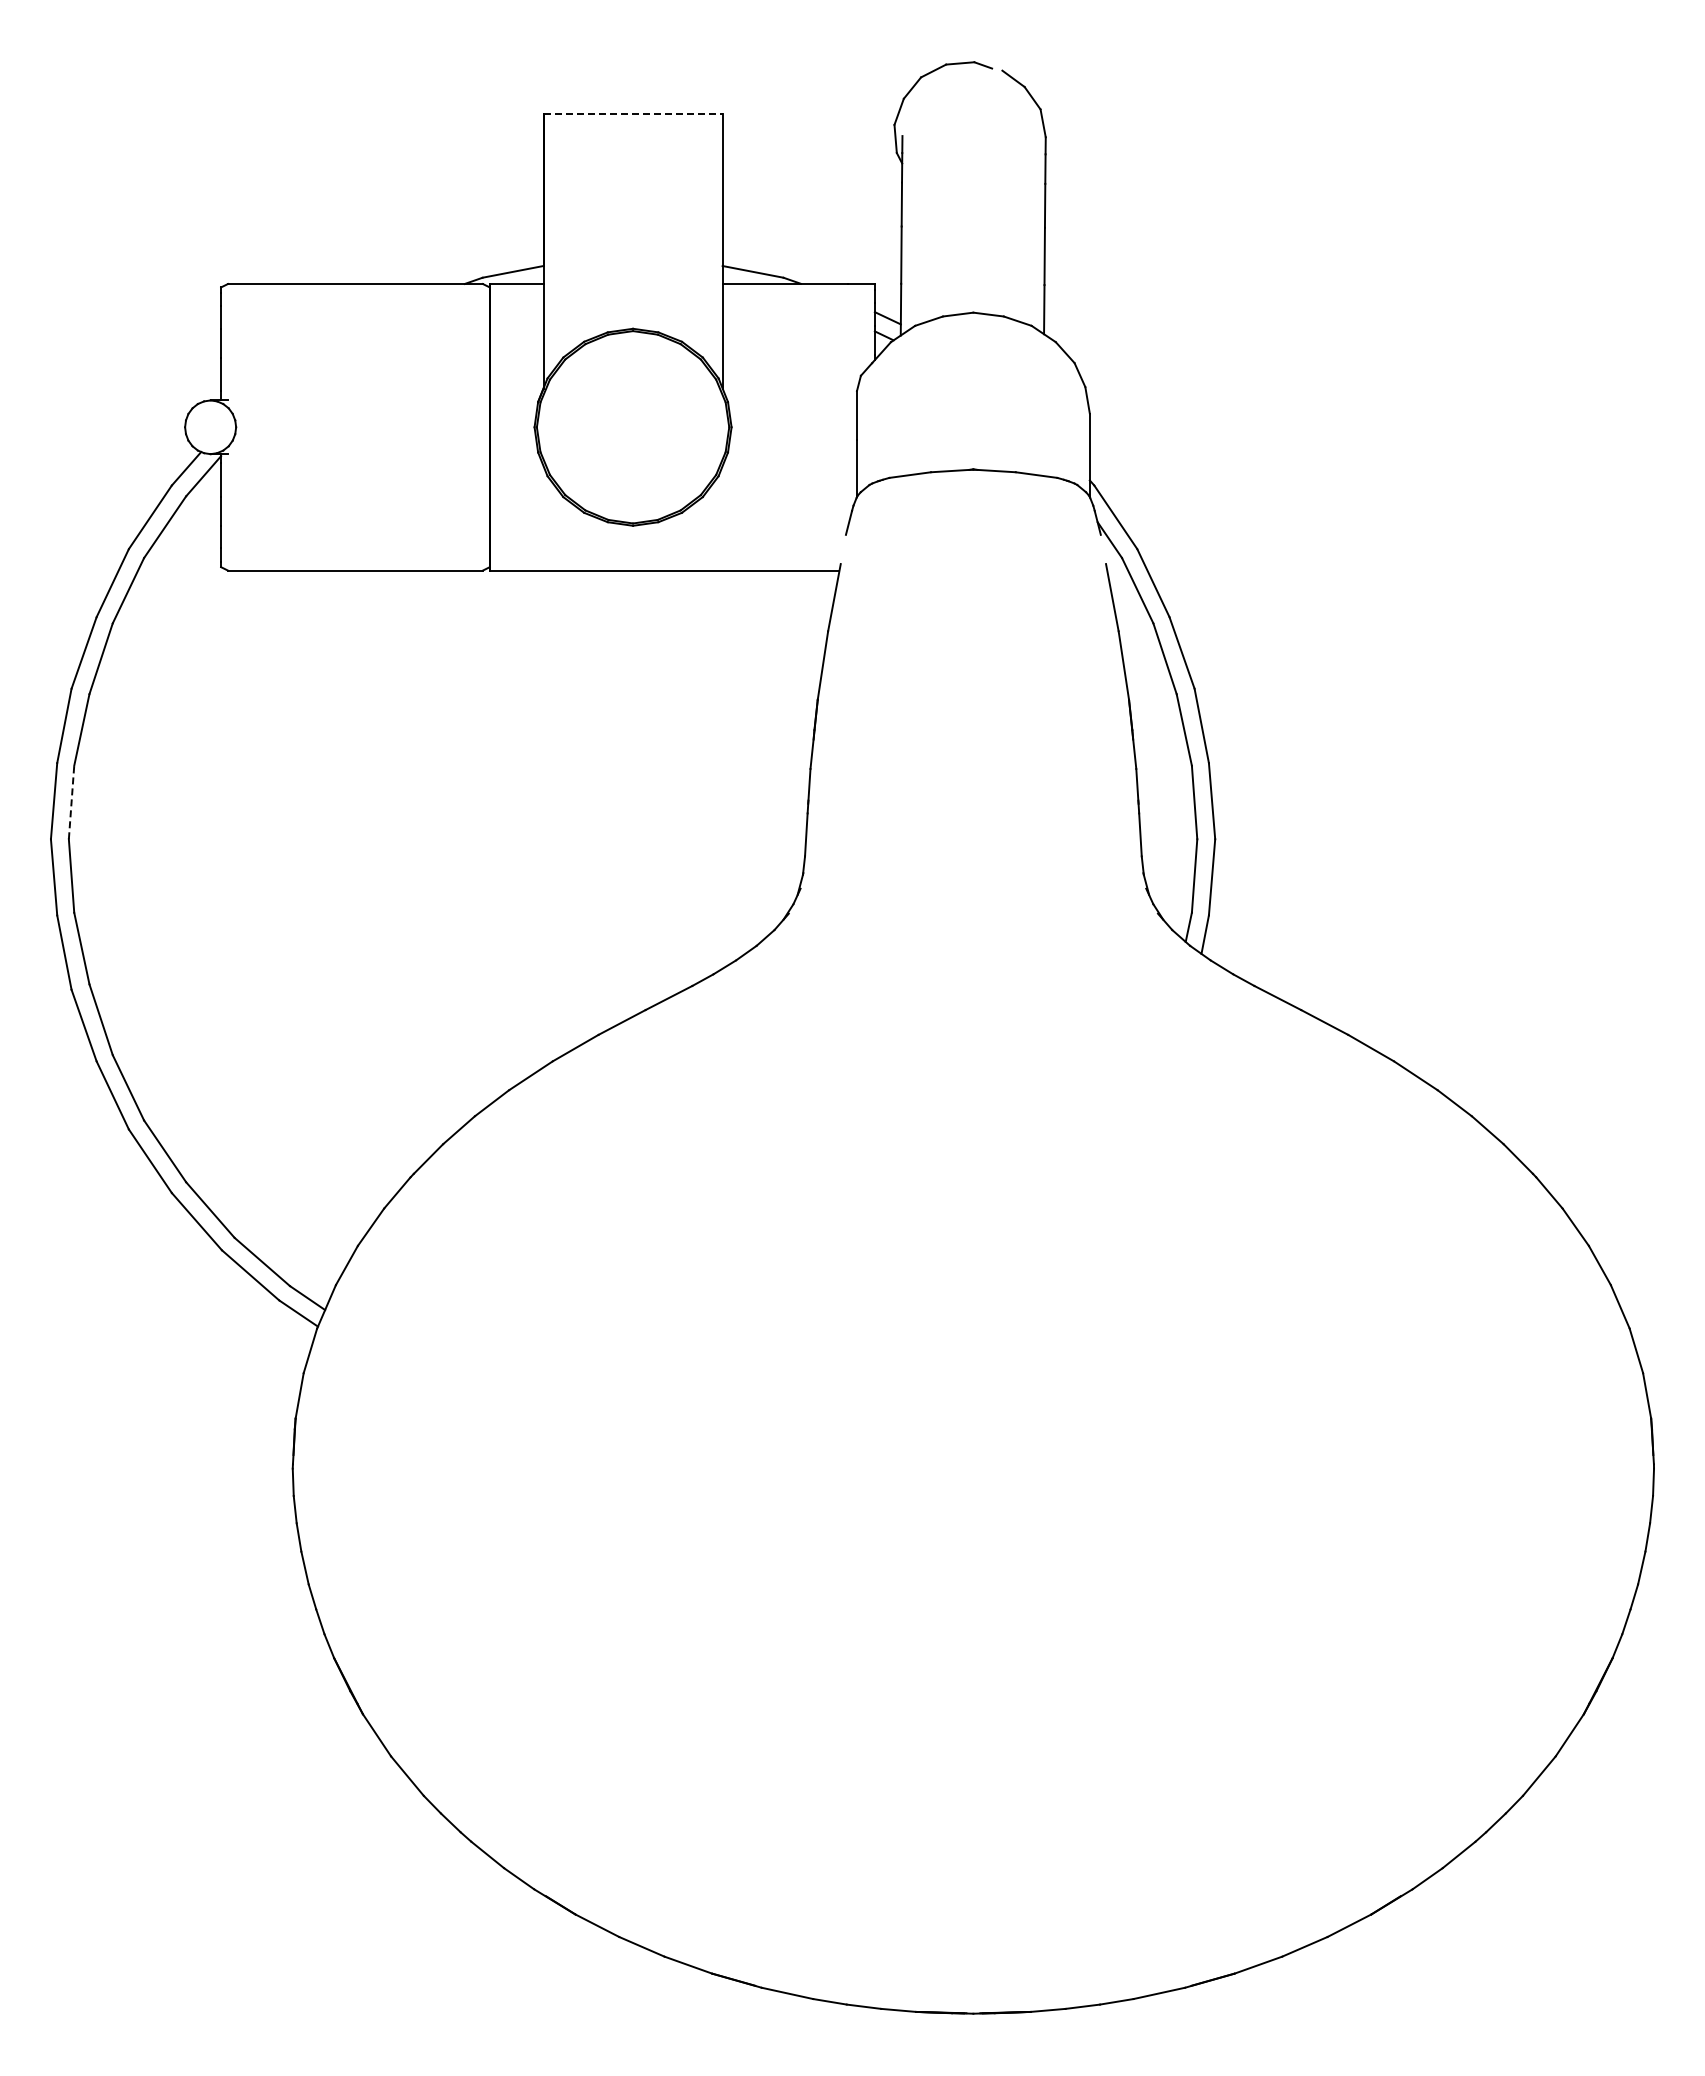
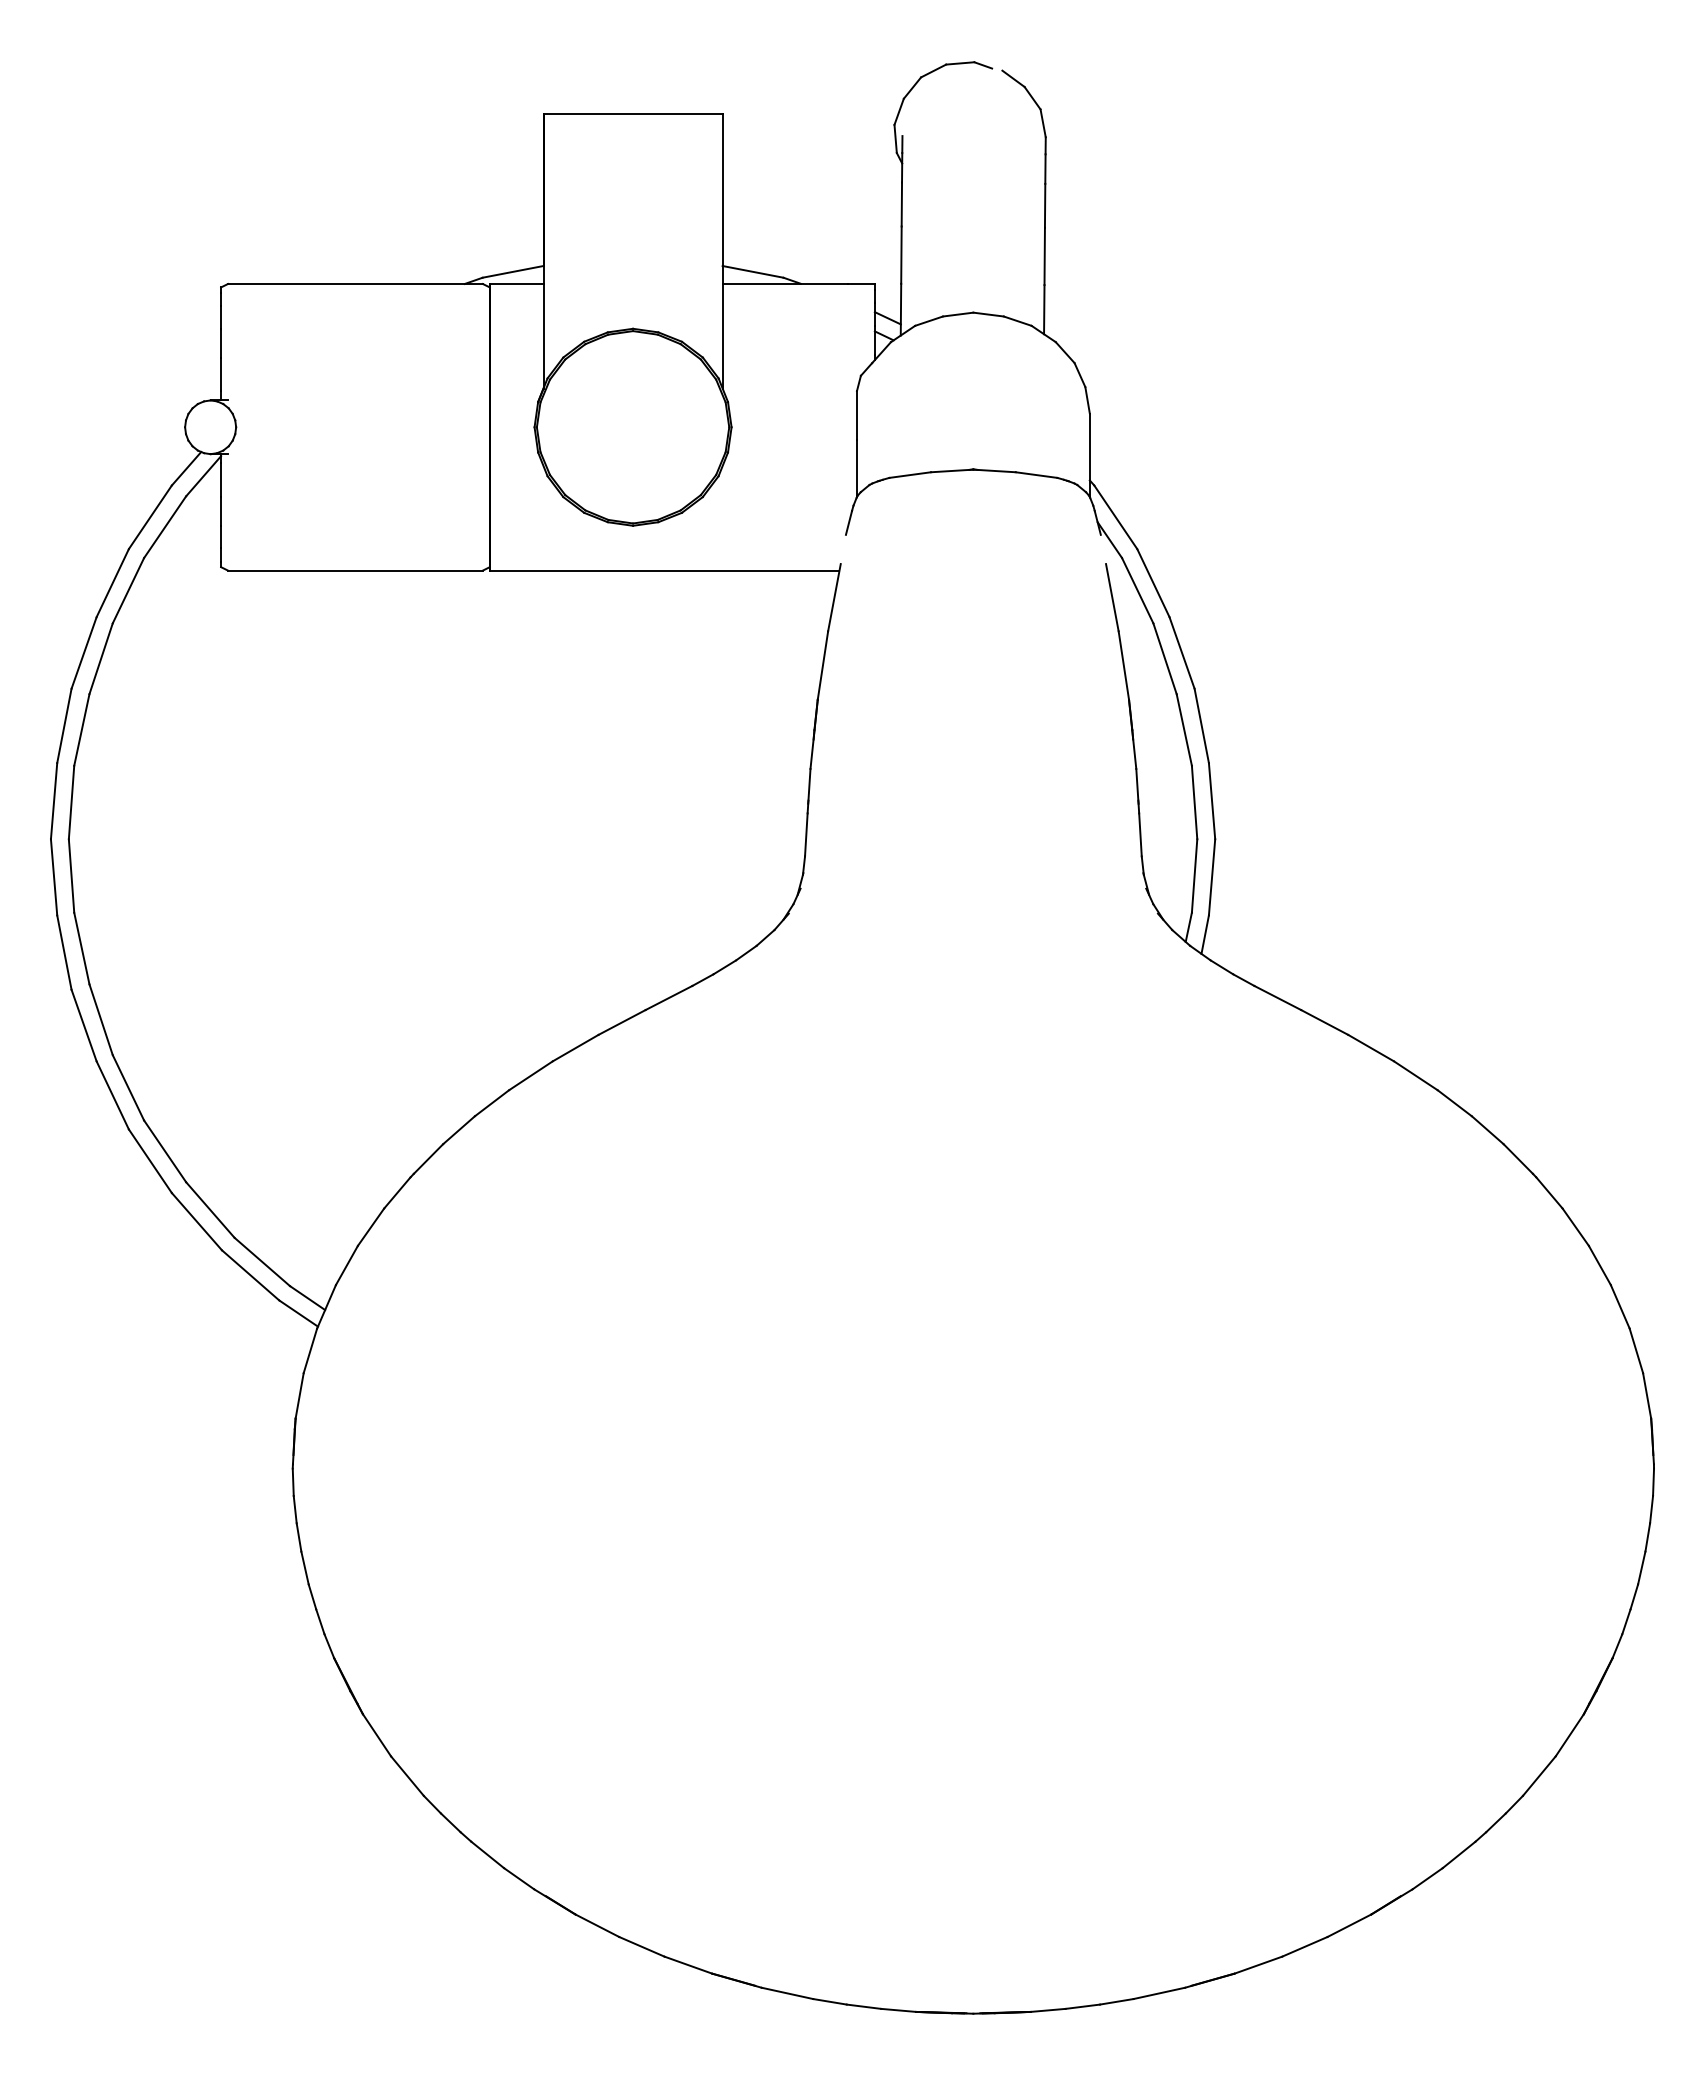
line at (633, 113): dashed -> solid
line at (71, 802): dashed -> solid
